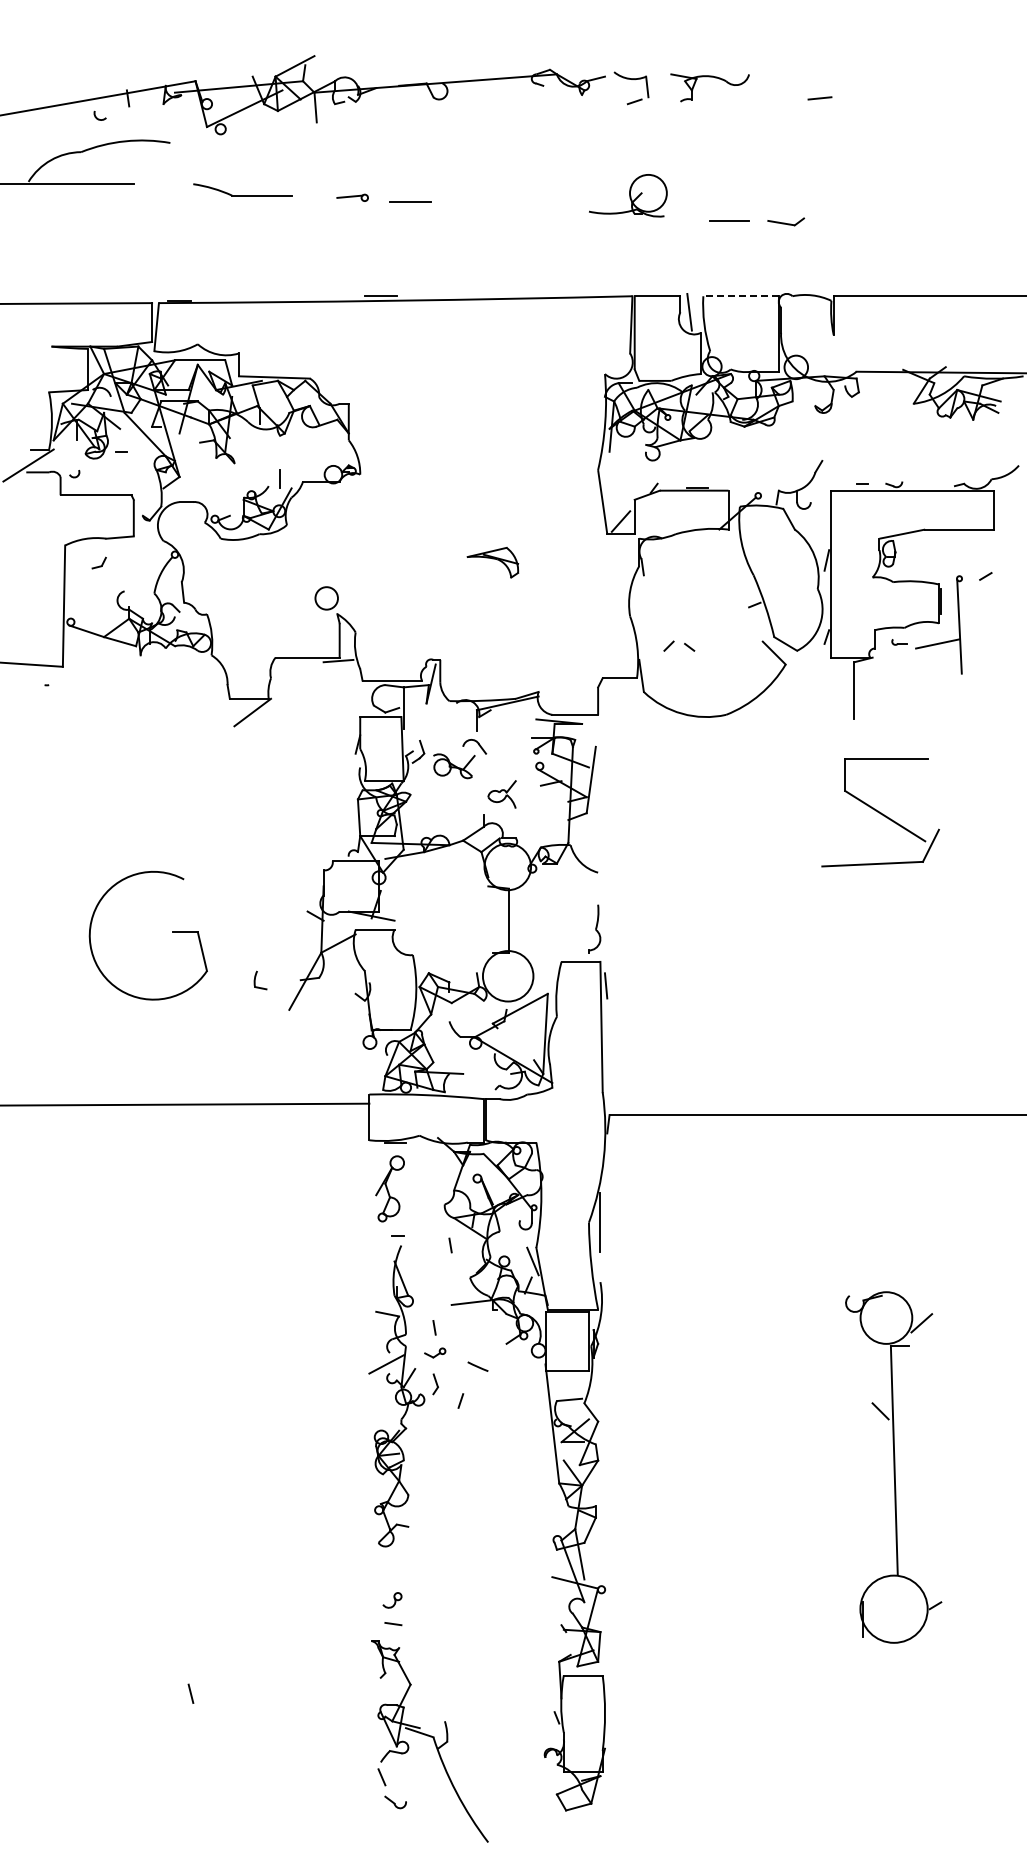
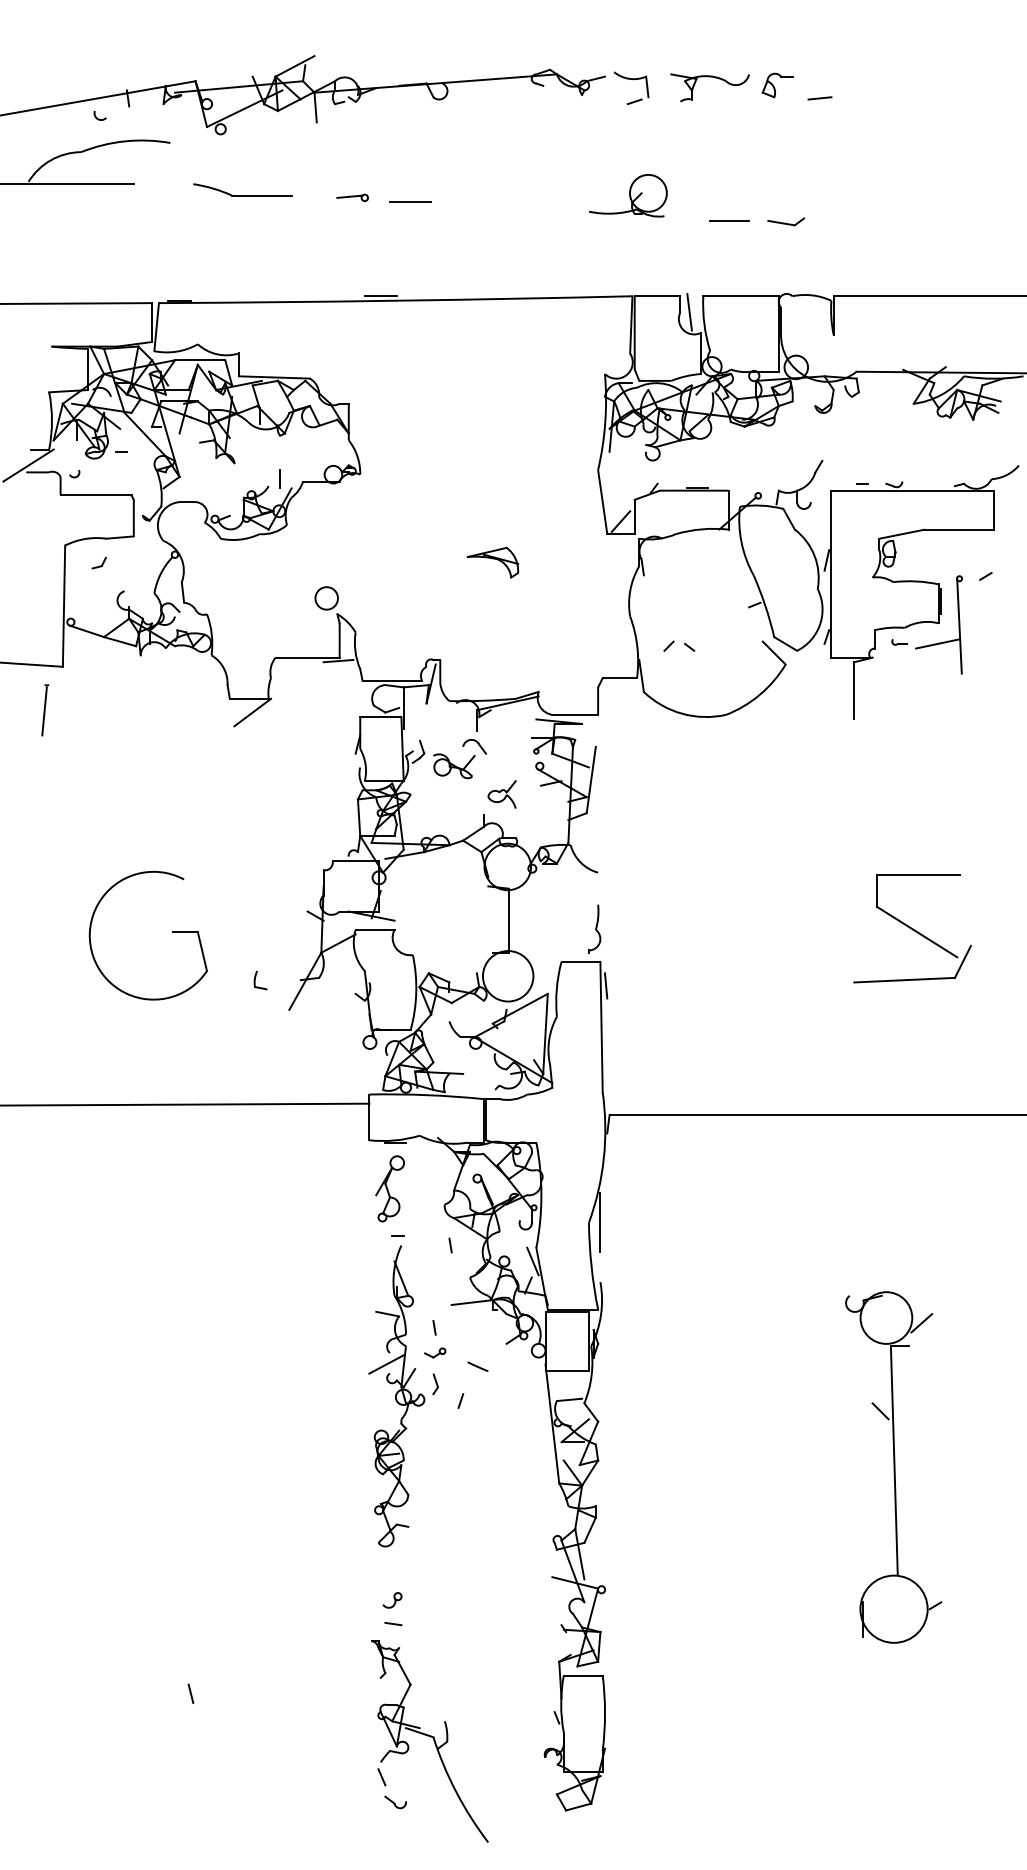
part at (777, 85): none -> present
line at (741, 296): dashed -> solid
line at (44, 711): none -> present
part at (880, 812) position: (880, 812) -> (912, 928)
